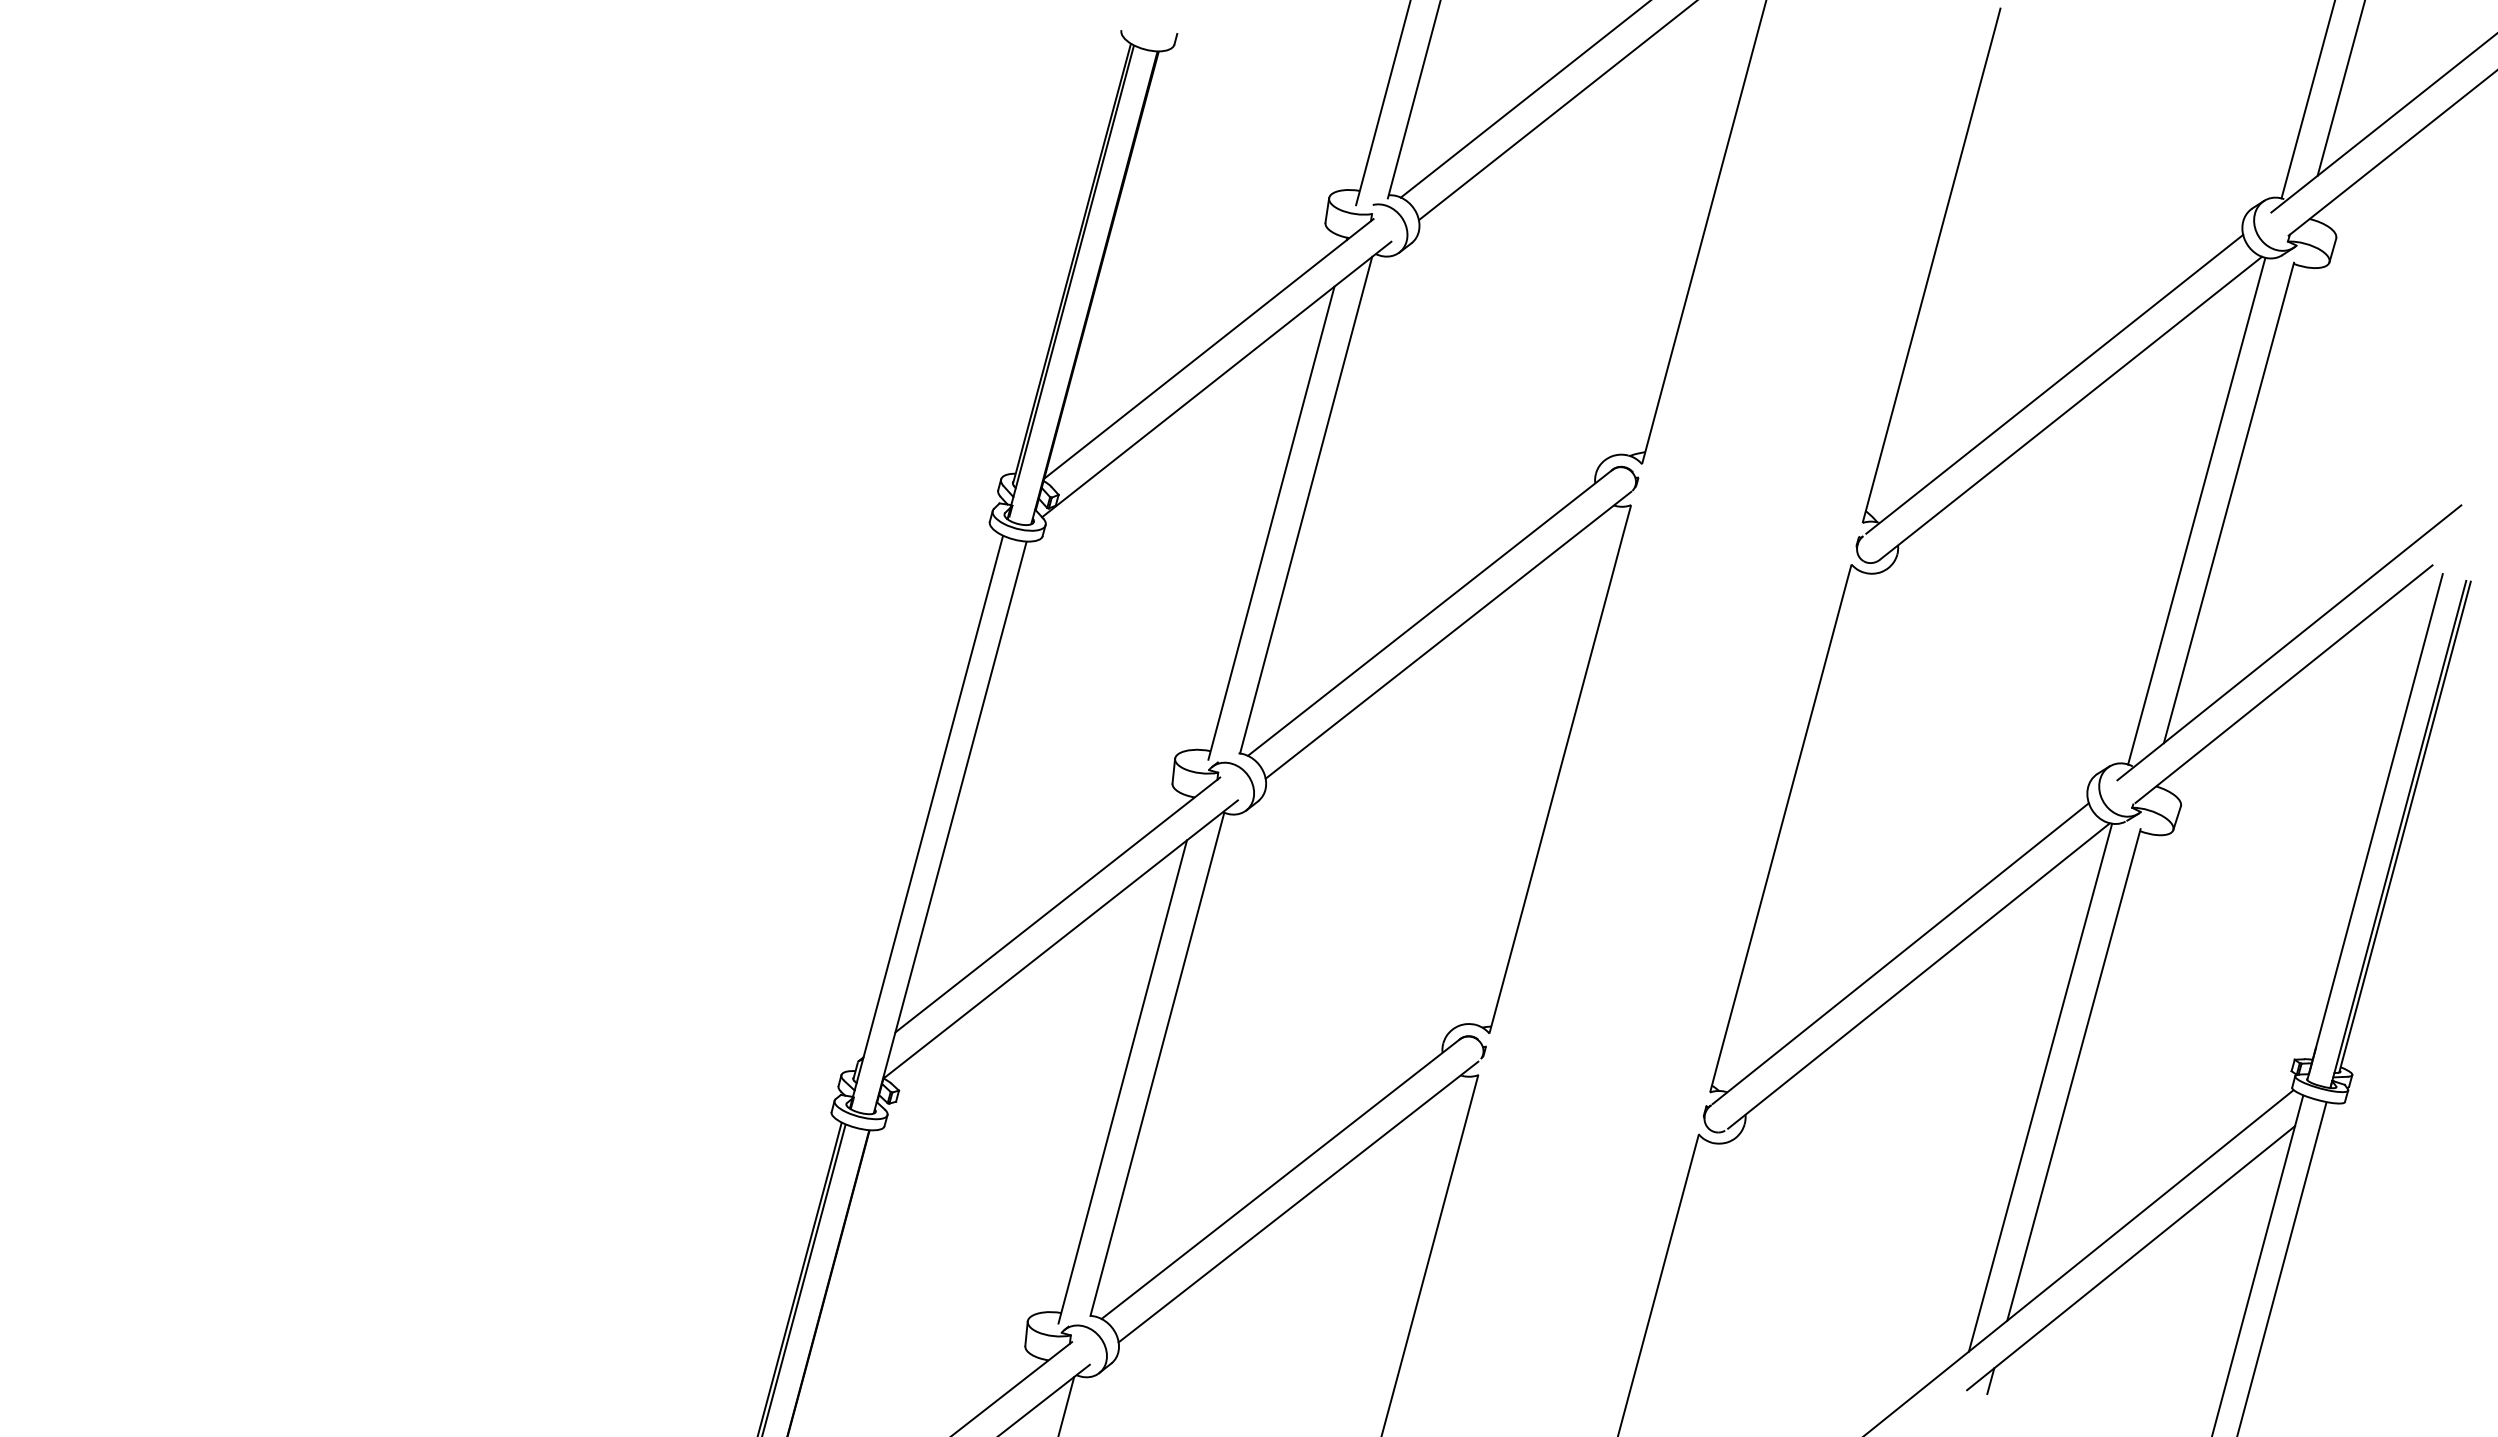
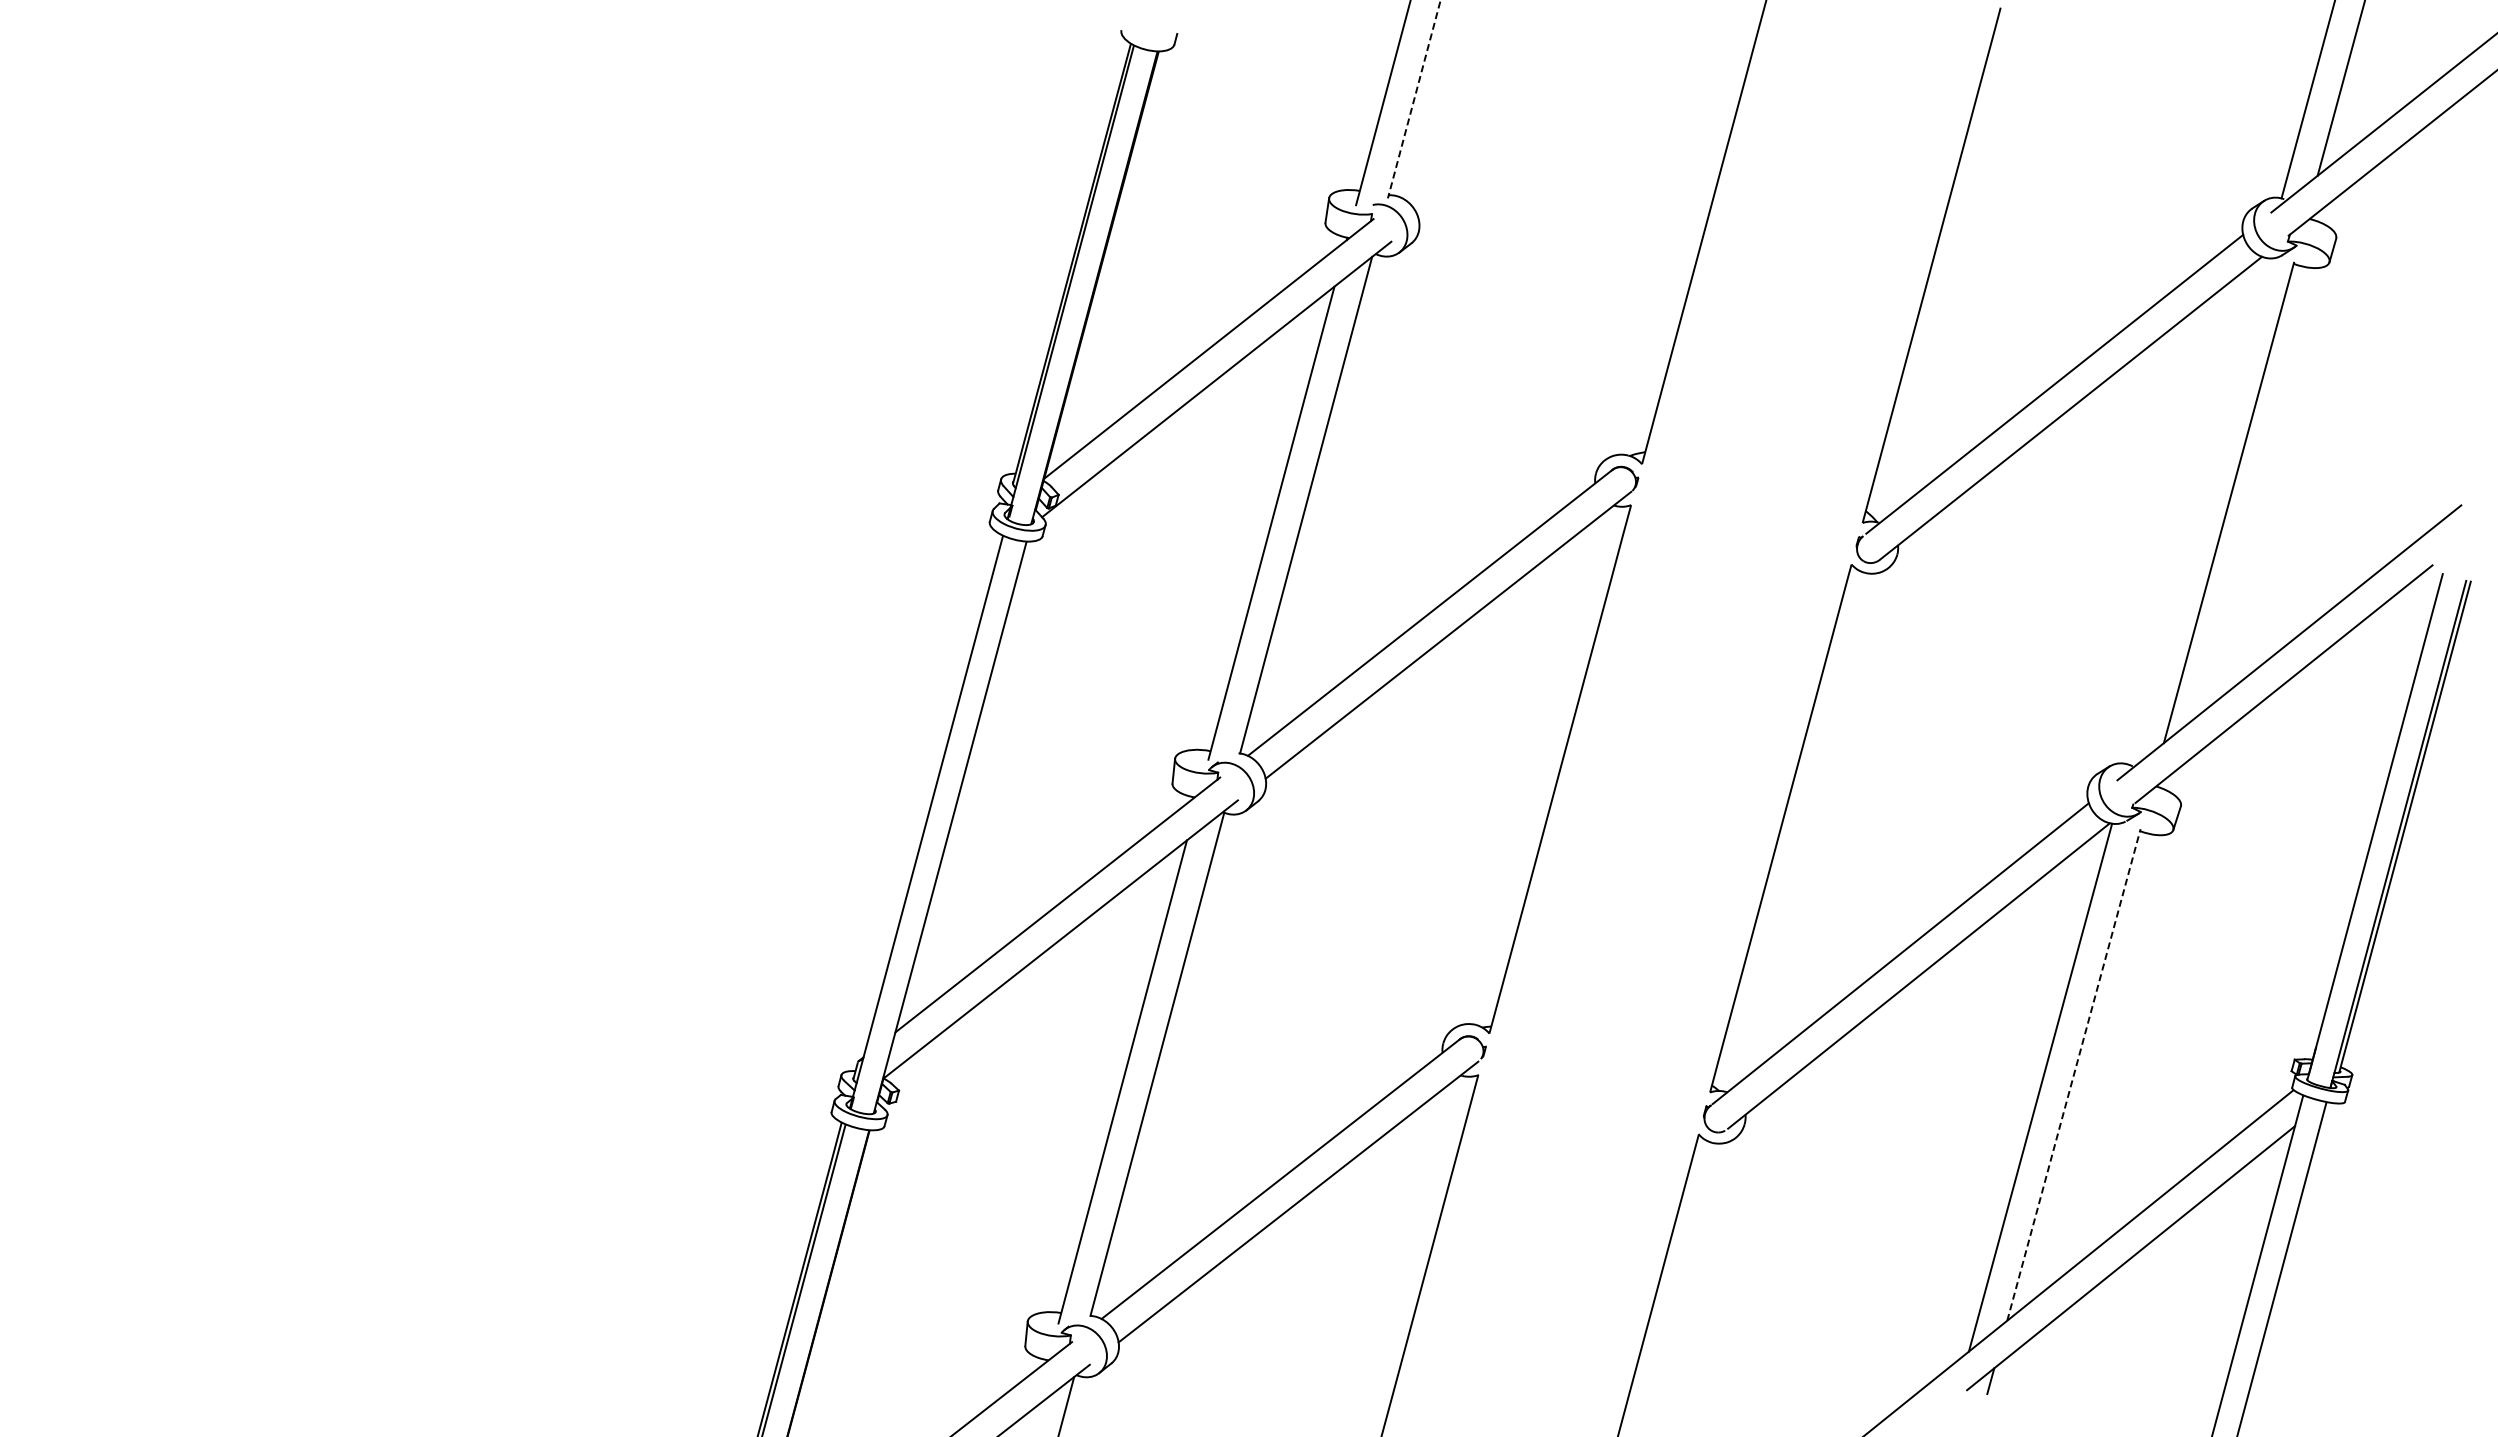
line at (1414, 99): solid -> dashed
line at (1524, 99): present -> none
line at (1556, 111): present -> none
line at (2196, 510): present -> none
line at (2073, 1074): solid -> dashed
